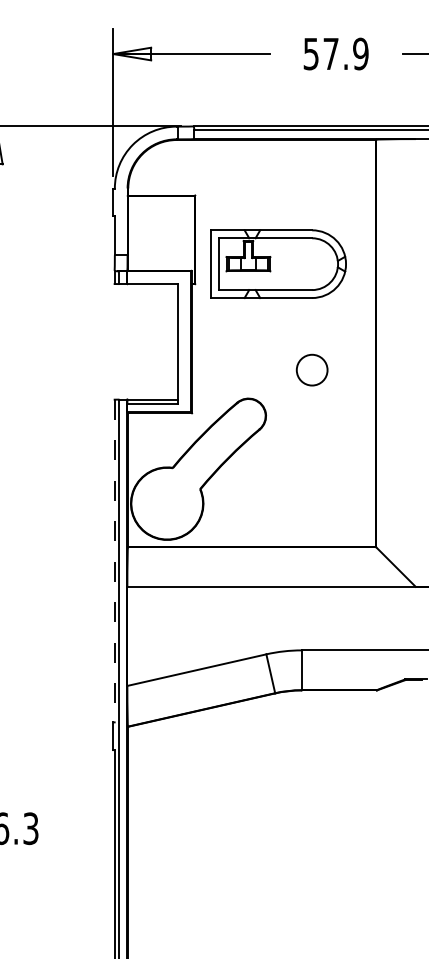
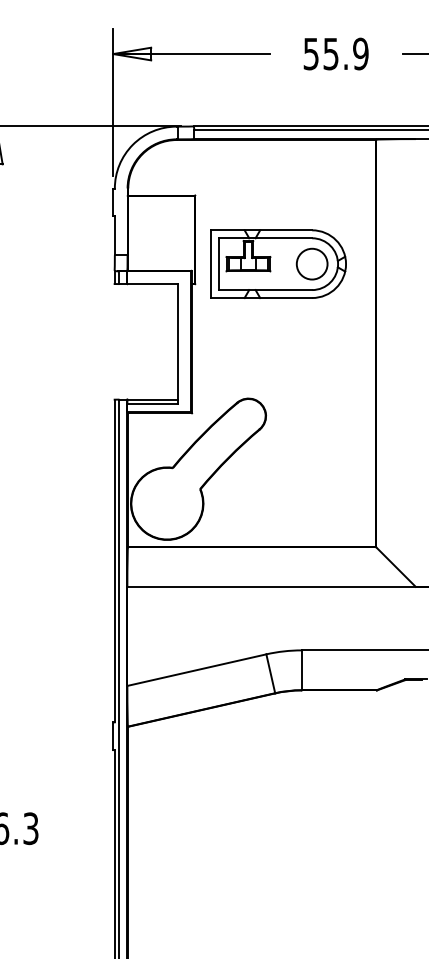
text at (330, 54): 57.9 -> 55.9
circle at (311, 369) position: (311, 369) -> (311, 263)
line at (114, 561): dashed -> solid
